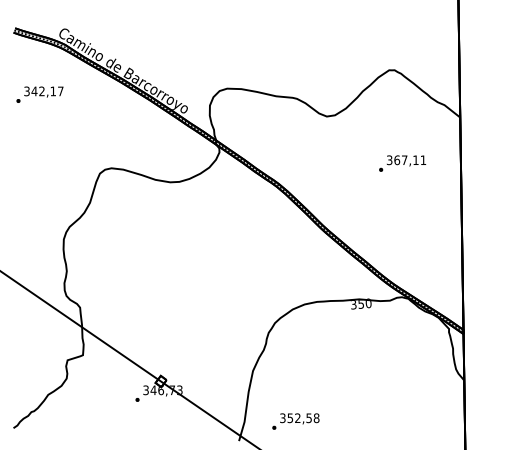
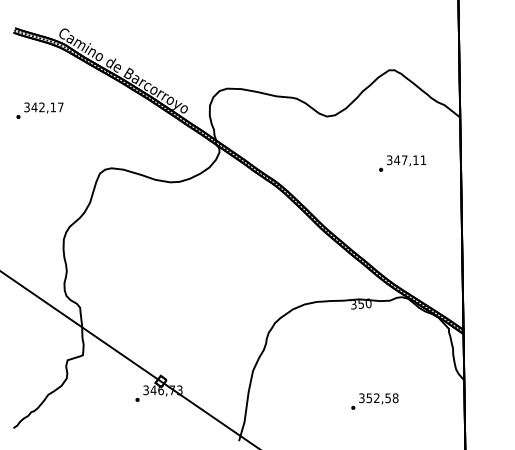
text at (39, 94) position: (39, 94) -> (39, 110)
text at (396, 160): 367,11 -> 347,11
text at (295, 421) position: (295, 421) -> (374, 401)
